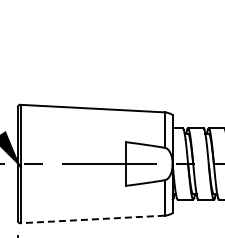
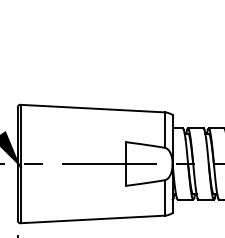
line at (92, 219): dashed -> solid
